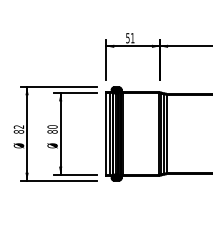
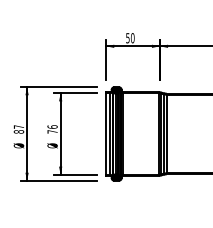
text at (132, 38): 51 -> 50
text at (18, 126): 82 -> 87
text at (52, 129): 80 -> 76
